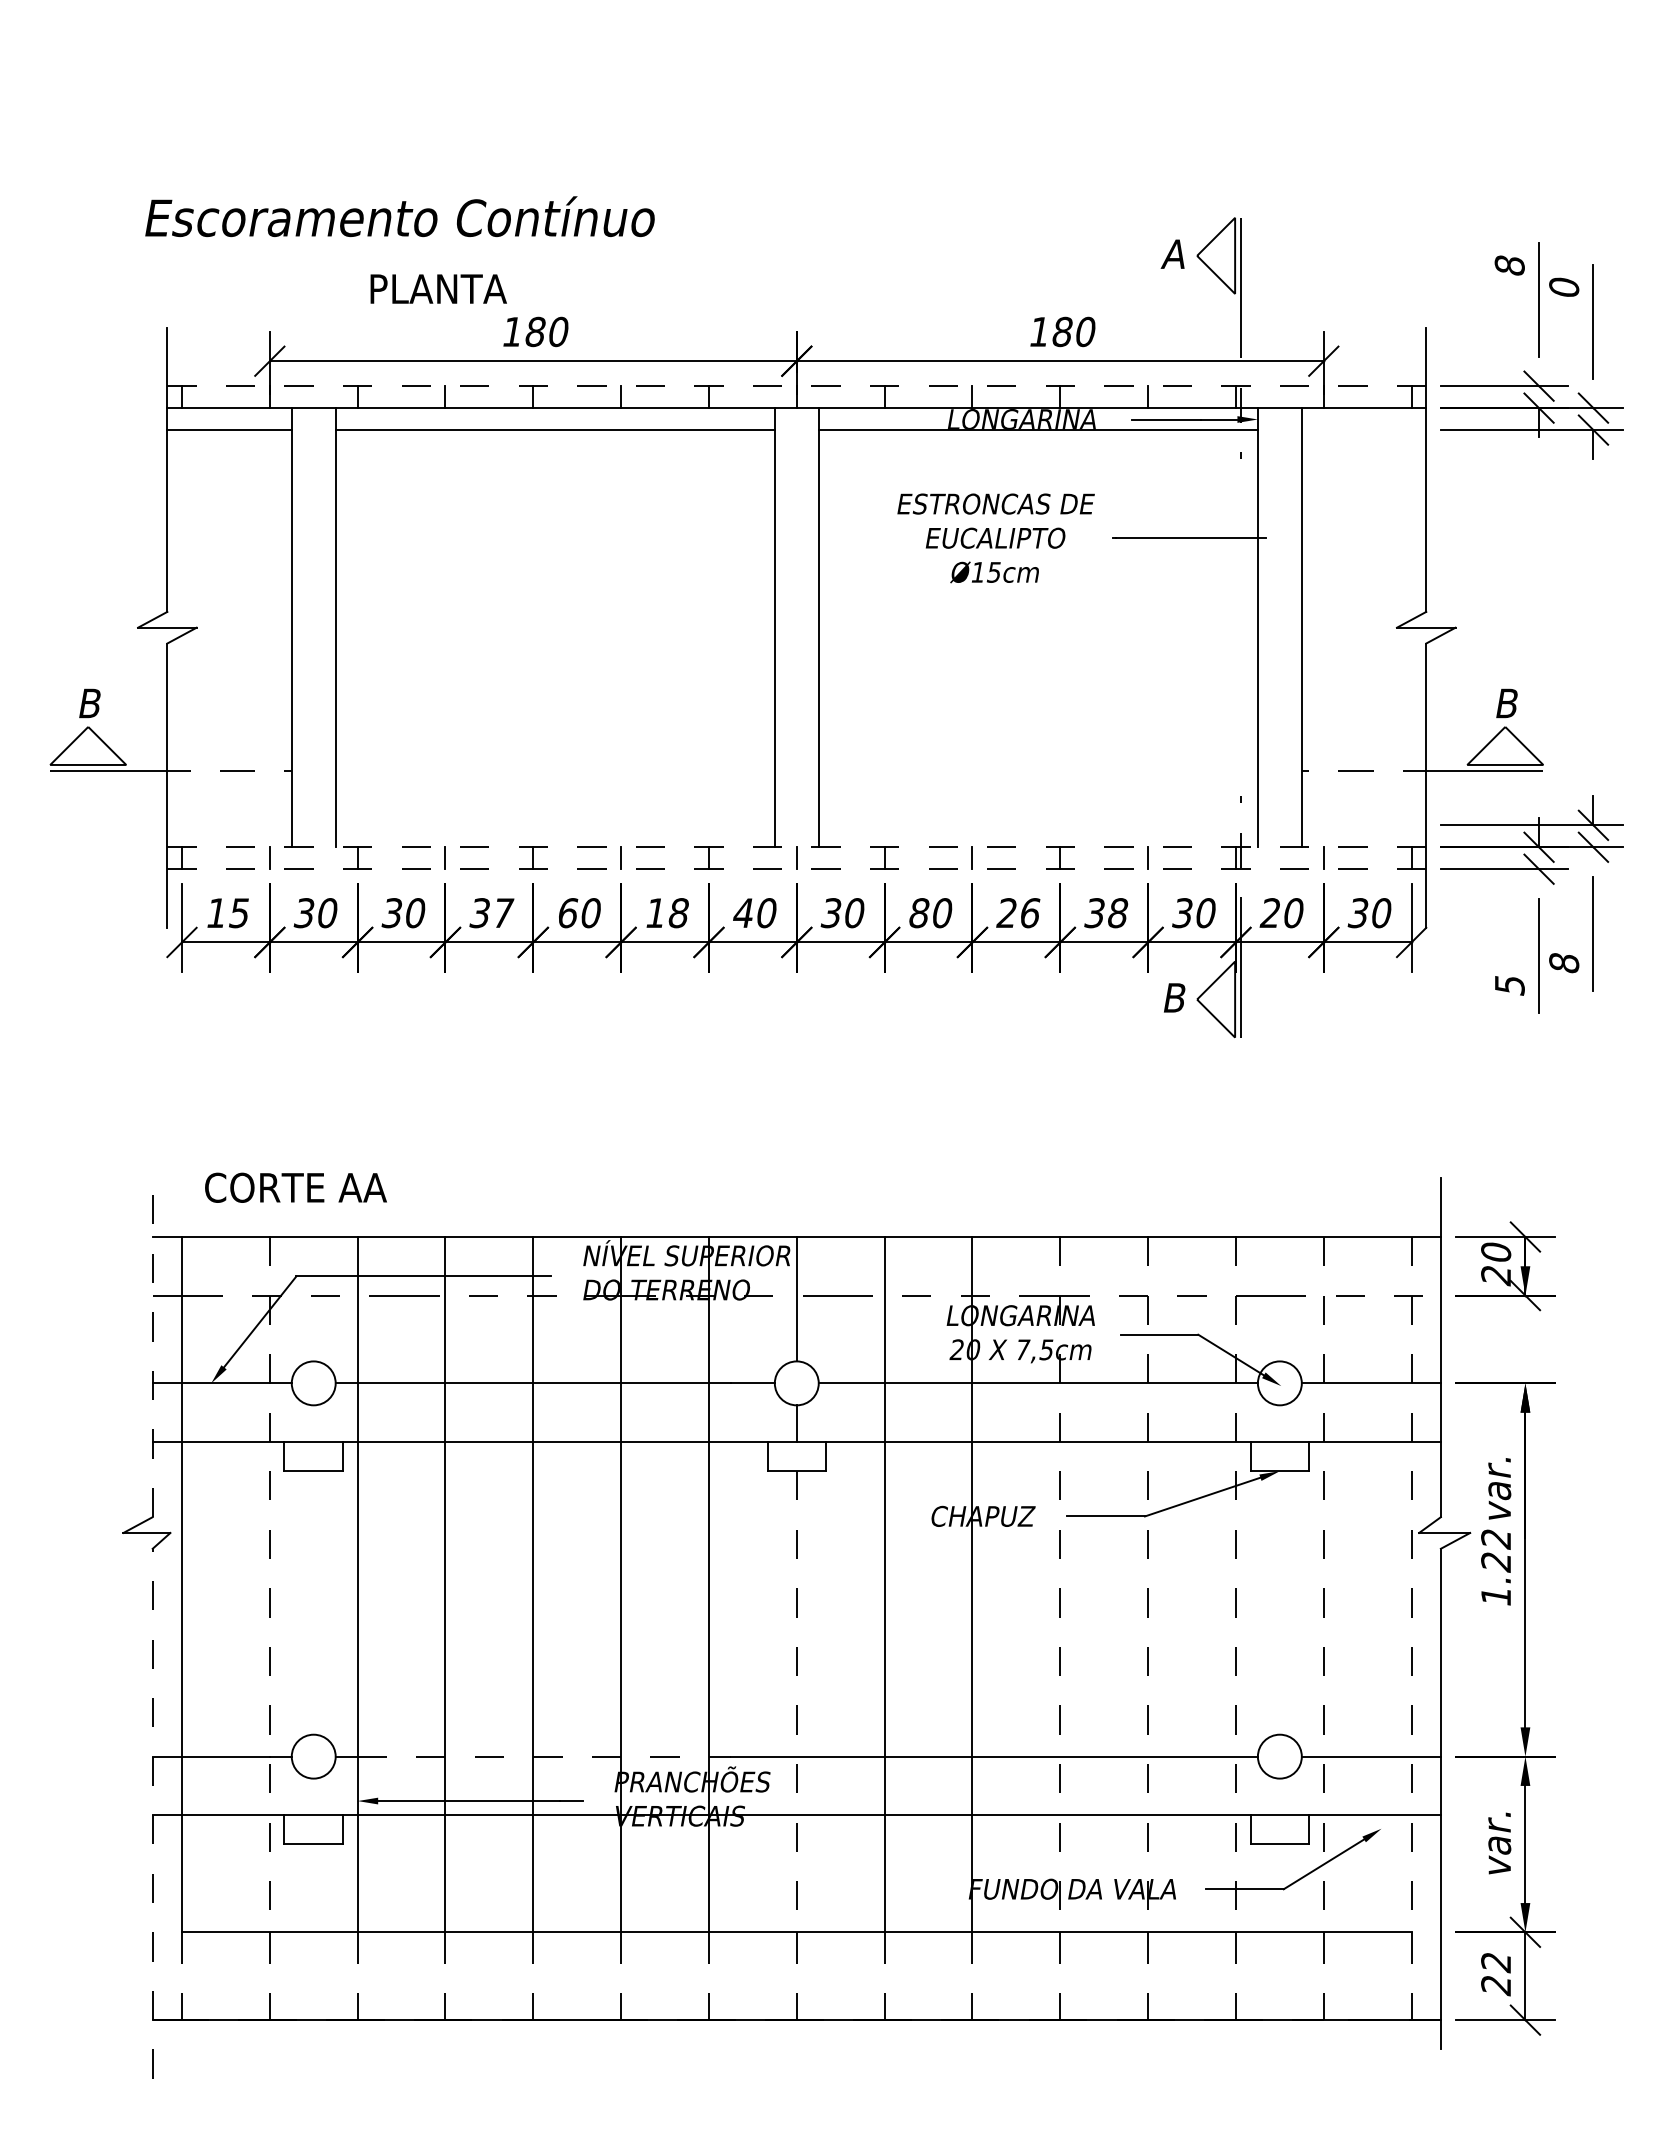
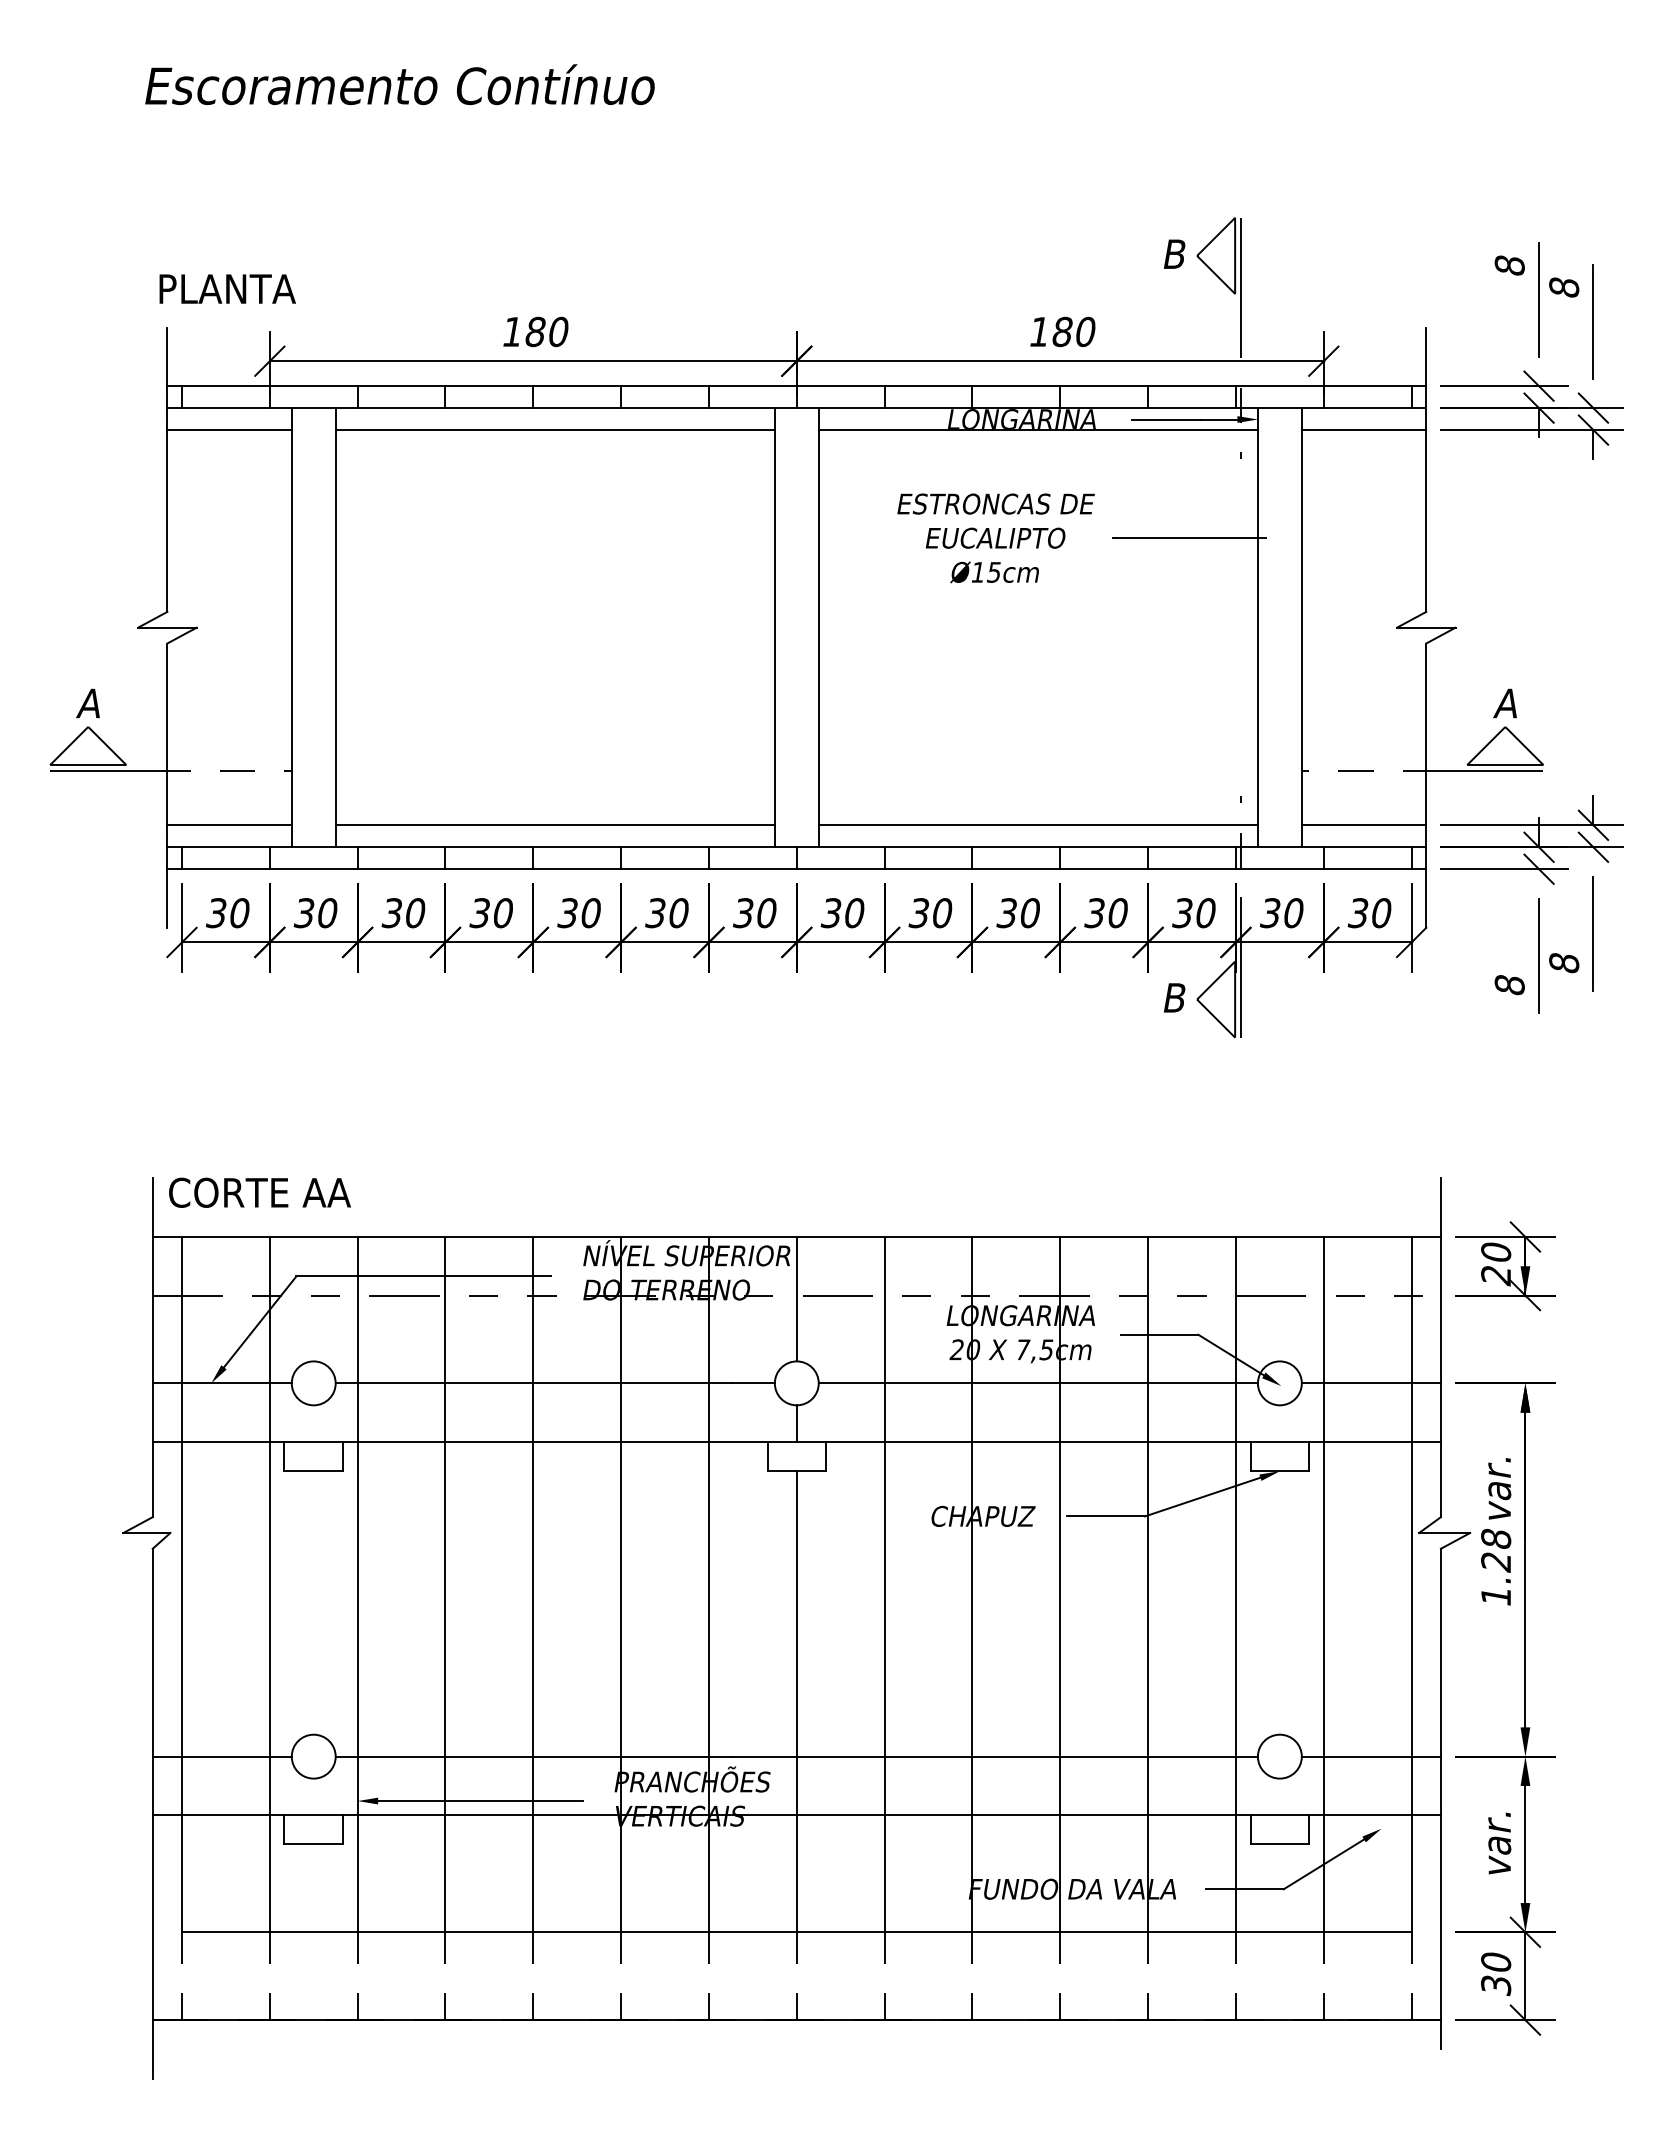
text at (399, 216) position: (399, 216) -> (399, 84)
text at (1172, 253): A -> B
text at (1563, 287): 0 -> 8
text at (438, 288) position: (438, 288) -> (227, 288)
line at (797, 386): dashed -> solid
line at (1363, 430): none -> present
text at (88, 703): B -> A
text at (1505, 703): B -> A
line at (229, 825): none -> present
line at (554, 825): none -> present
line at (1037, 825): none -> present
line at (1363, 825): none -> present
line at (797, 847): dashed -> solid
line at (797, 869): dashed -> solid
text at (227, 913): 15 -> 30
text at (504, 913): 37 -> 30
text at (567, 913): 60 -> 30
text at (666, 913): 18 -> 30
text at (743, 913): 40 -> 30
text at (918, 913): 80 -> 30
text at (1018, 913): 26 -> 30
text at (1118, 913): 38 -> 30
text at (1269, 913): 20 -> 30
text at (1509, 985): 5 -> 8
text at (295, 1187) position: (295, 1187) -> (259, 1192)
line at (152, 1347): dashed -> solid
text at (1496, 1538): 1.22 -> 1.28
line at (269, 1584): dashed -> solid
line at (1060, 1584): dashed -> solid
line at (1148, 1584): dashed -> solid
line at (1235, 1584): dashed -> solid
line at (1323, 1584): dashed -> solid
line at (1411, 1584): dashed -> solid
line at (796, 1701): dashed -> solid
line at (544, 1756): dashed -> solid
line at (152, 1813): dashed -> solid
text at (1496, 1974): 22 -> 30
